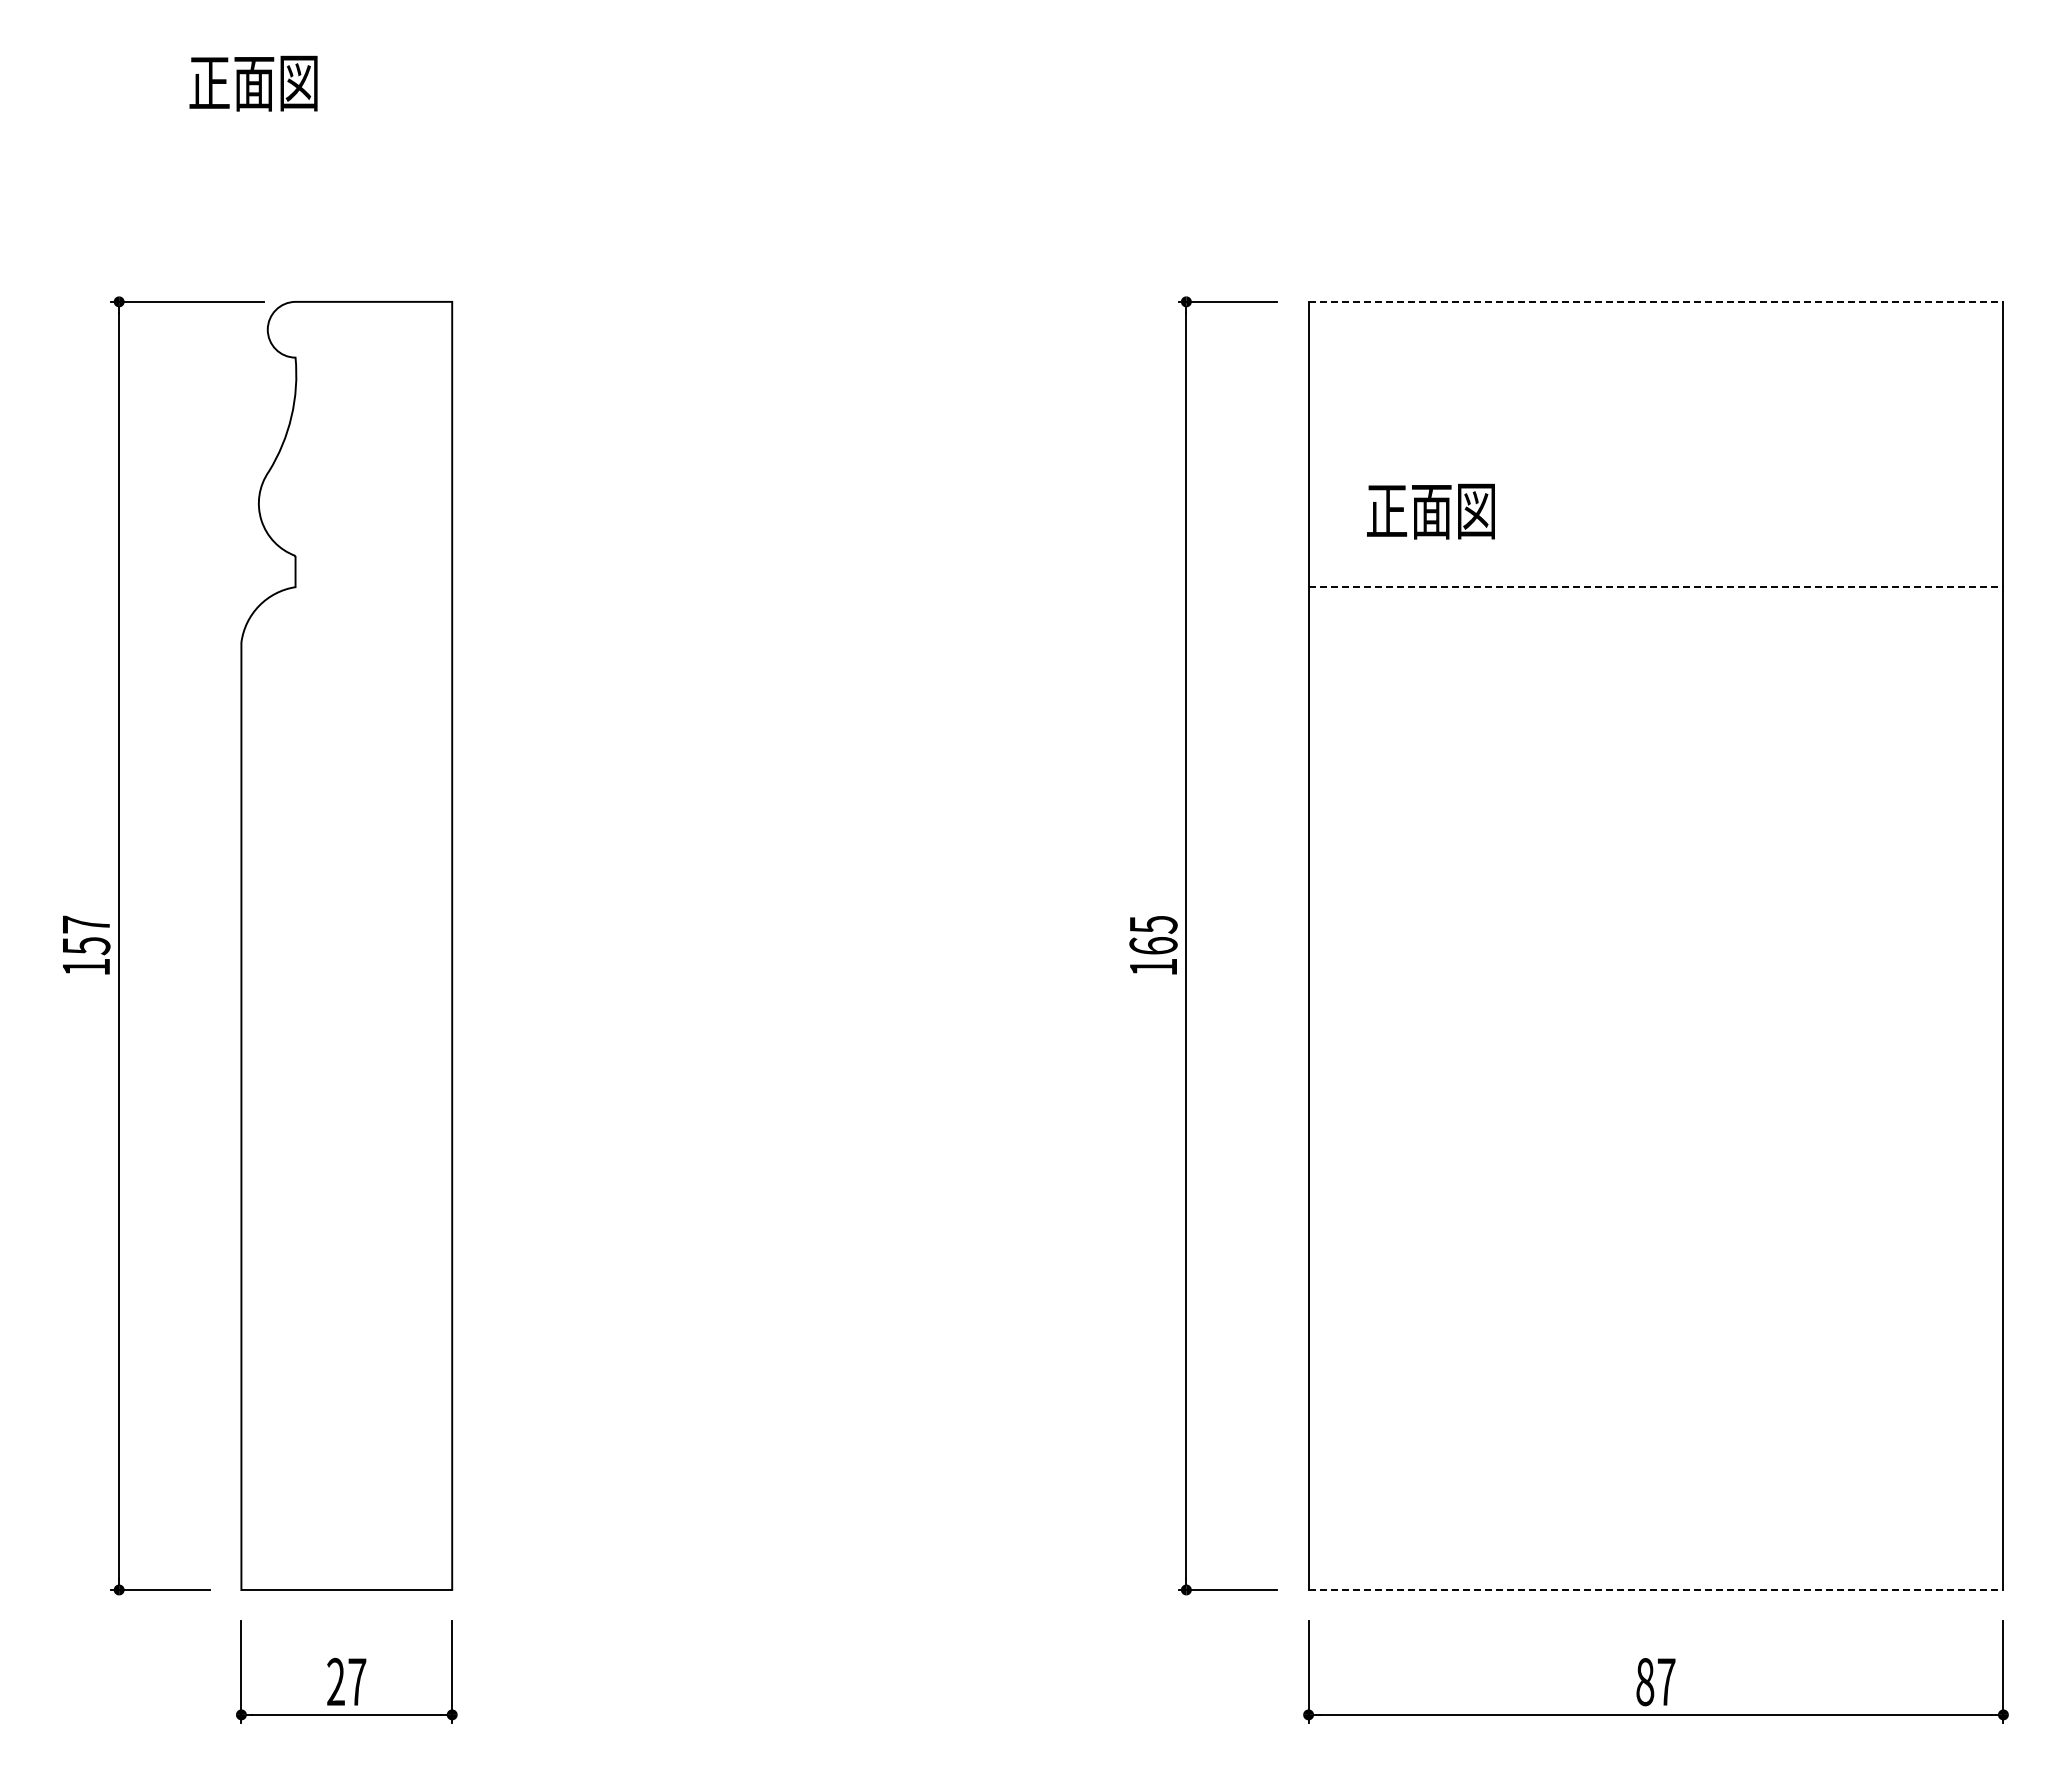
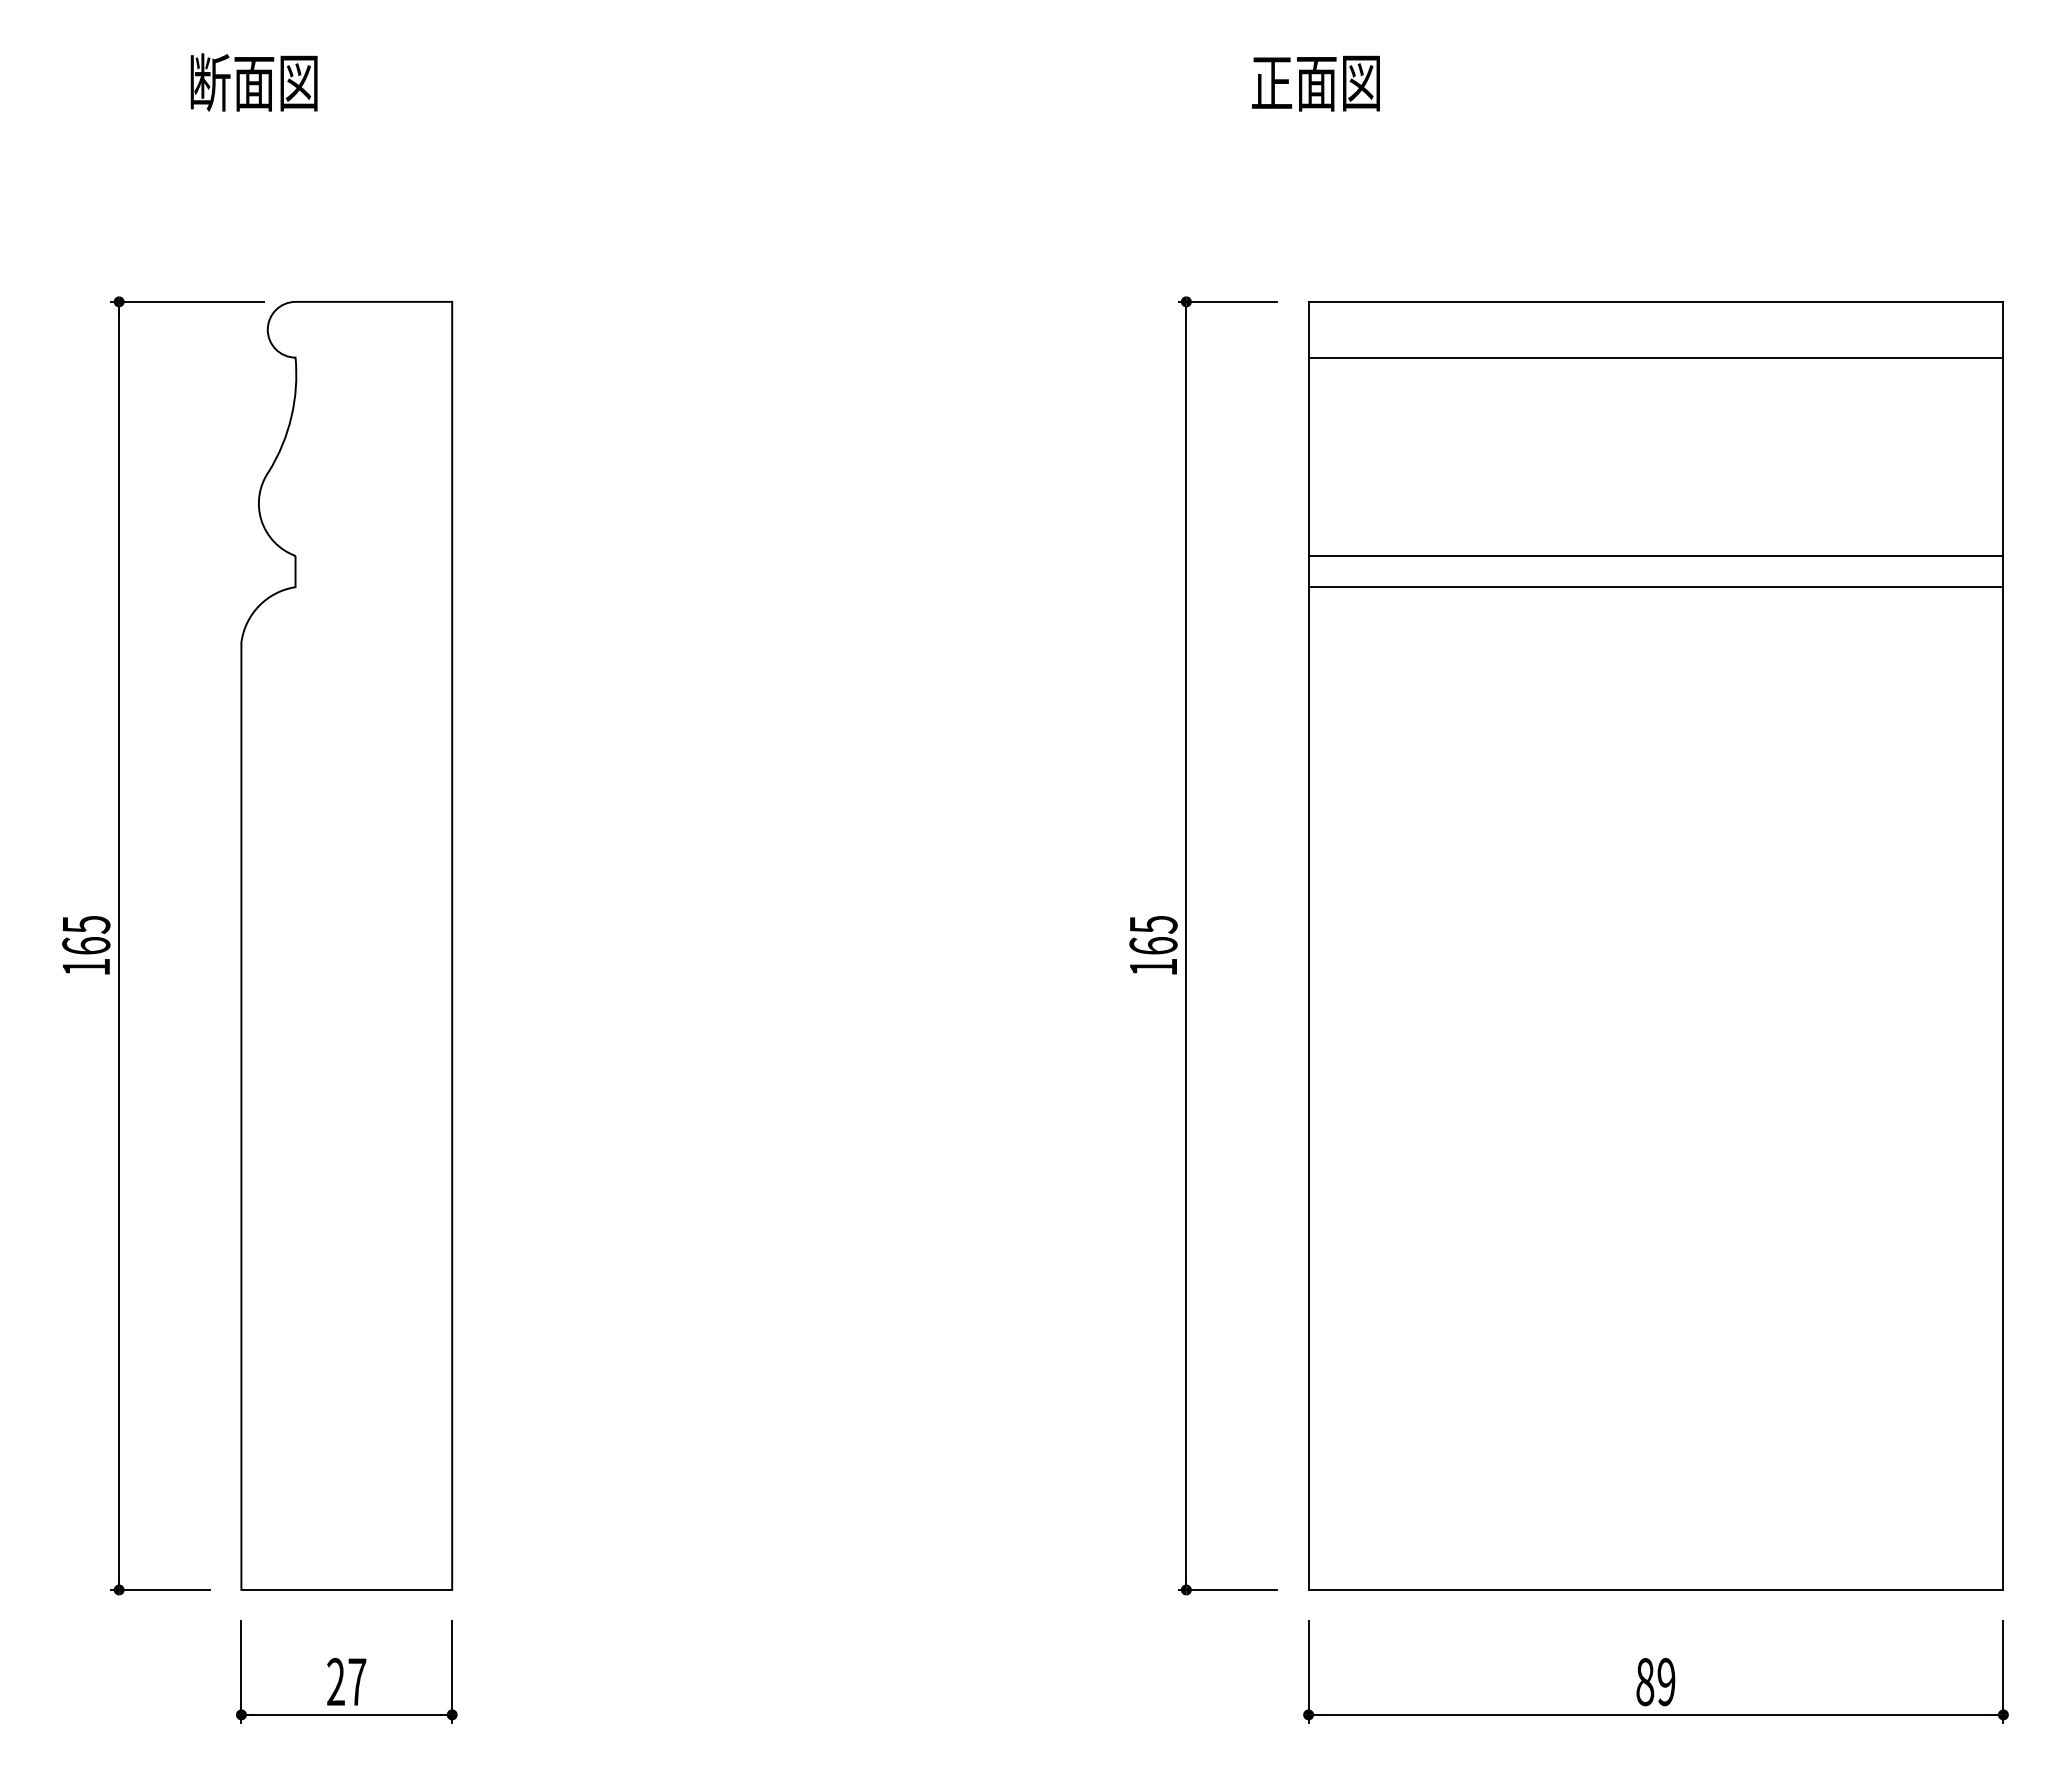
text at (209, 82): 正面図 -> 断面図
line at (1656, 301): dashed -> solid
line at (1655, 357): none -> present
text at (1430, 511) position: (1430, 511) -> (1315, 83)
line at (1655, 555): none -> present
line at (1656, 587): dashed -> solid
text at (86, 935): 157 -> 165
line at (1656, 1589): dashed -> solid
text at (1666, 1681): 87 -> 89
